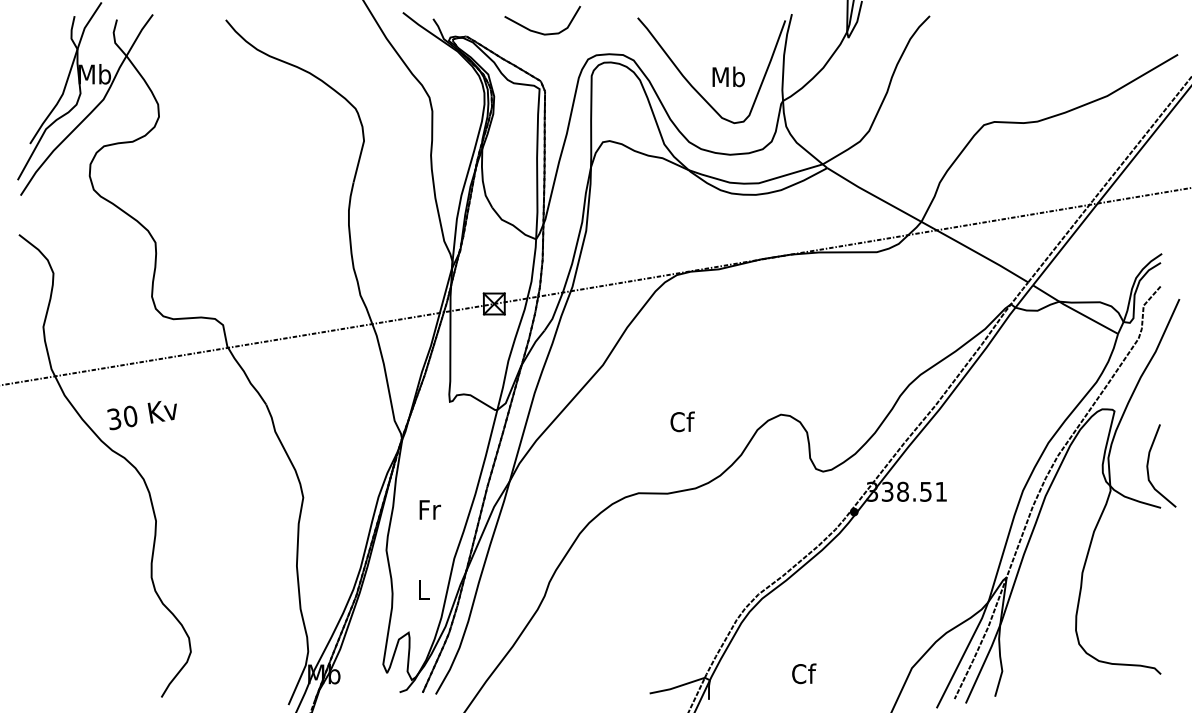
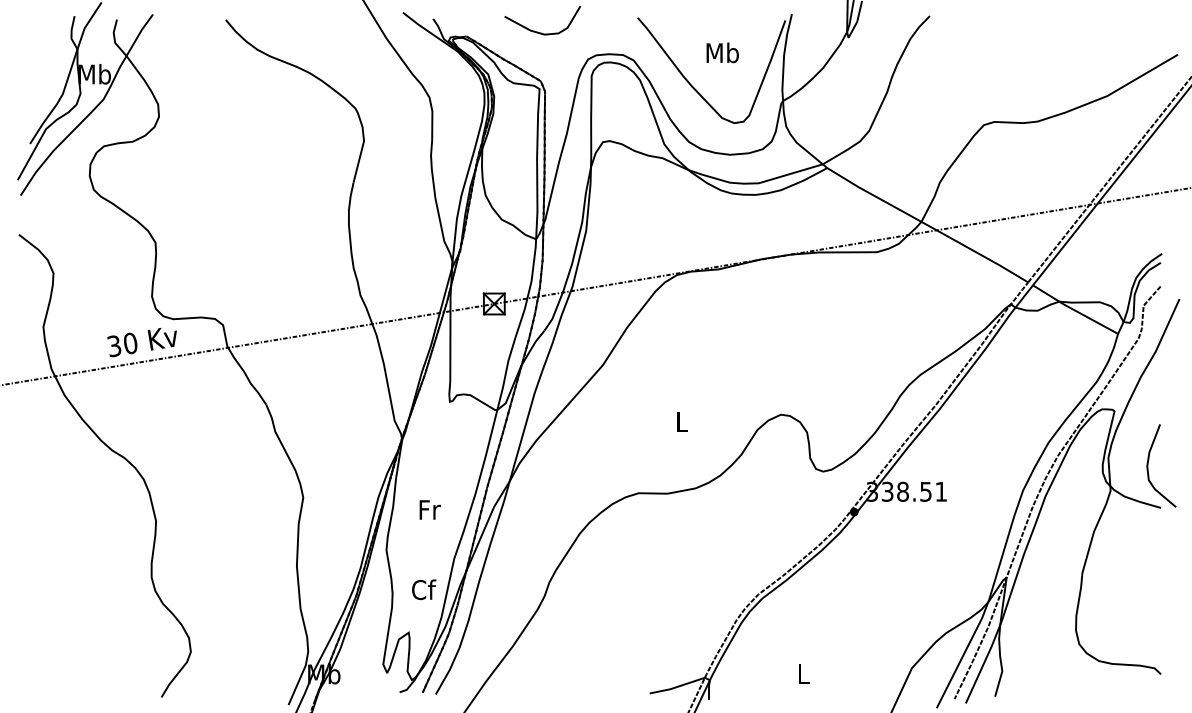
text at (728, 76) position: (728, 76) -> (722, 52)
text at (141, 415) position: (141, 415) -> (141, 342)
text at (682, 421): Cf -> L
text at (424, 589): L -> Cf
text at (804, 673): Cf -> L
